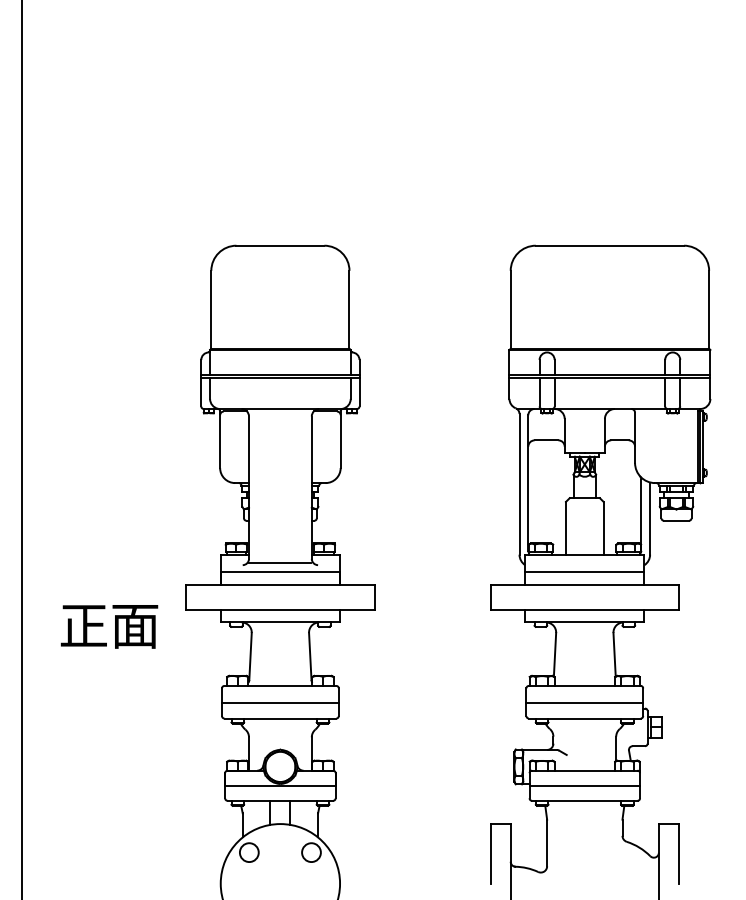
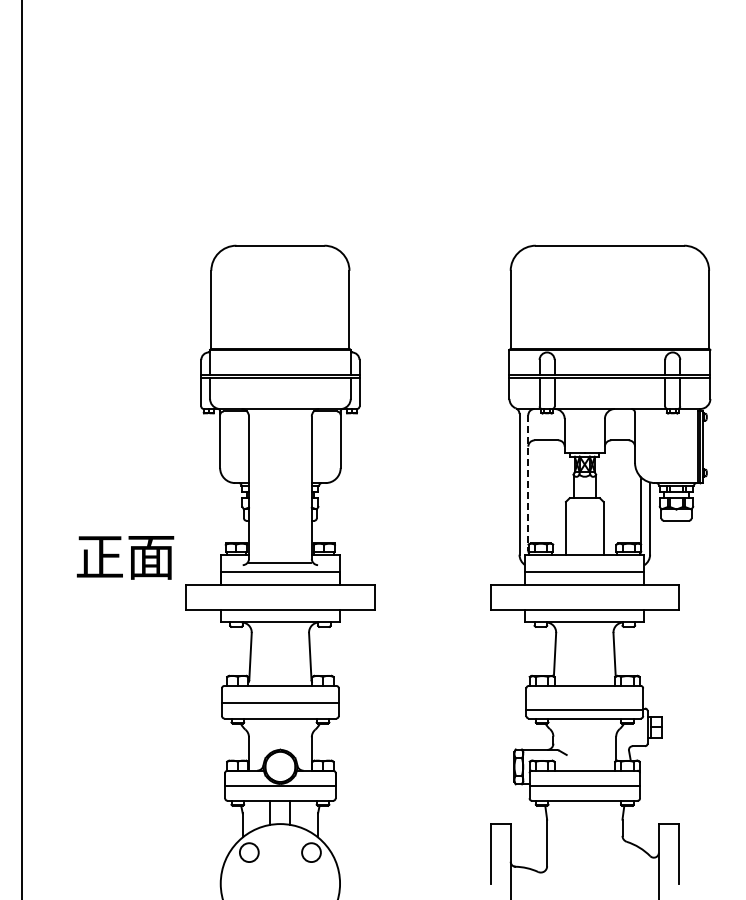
line at (528, 483): solid -> dashed
text at (109, 626) position: (109, 626) -> (125, 557)
line at (584, 703) position: (584, 703) -> (584, 710)
